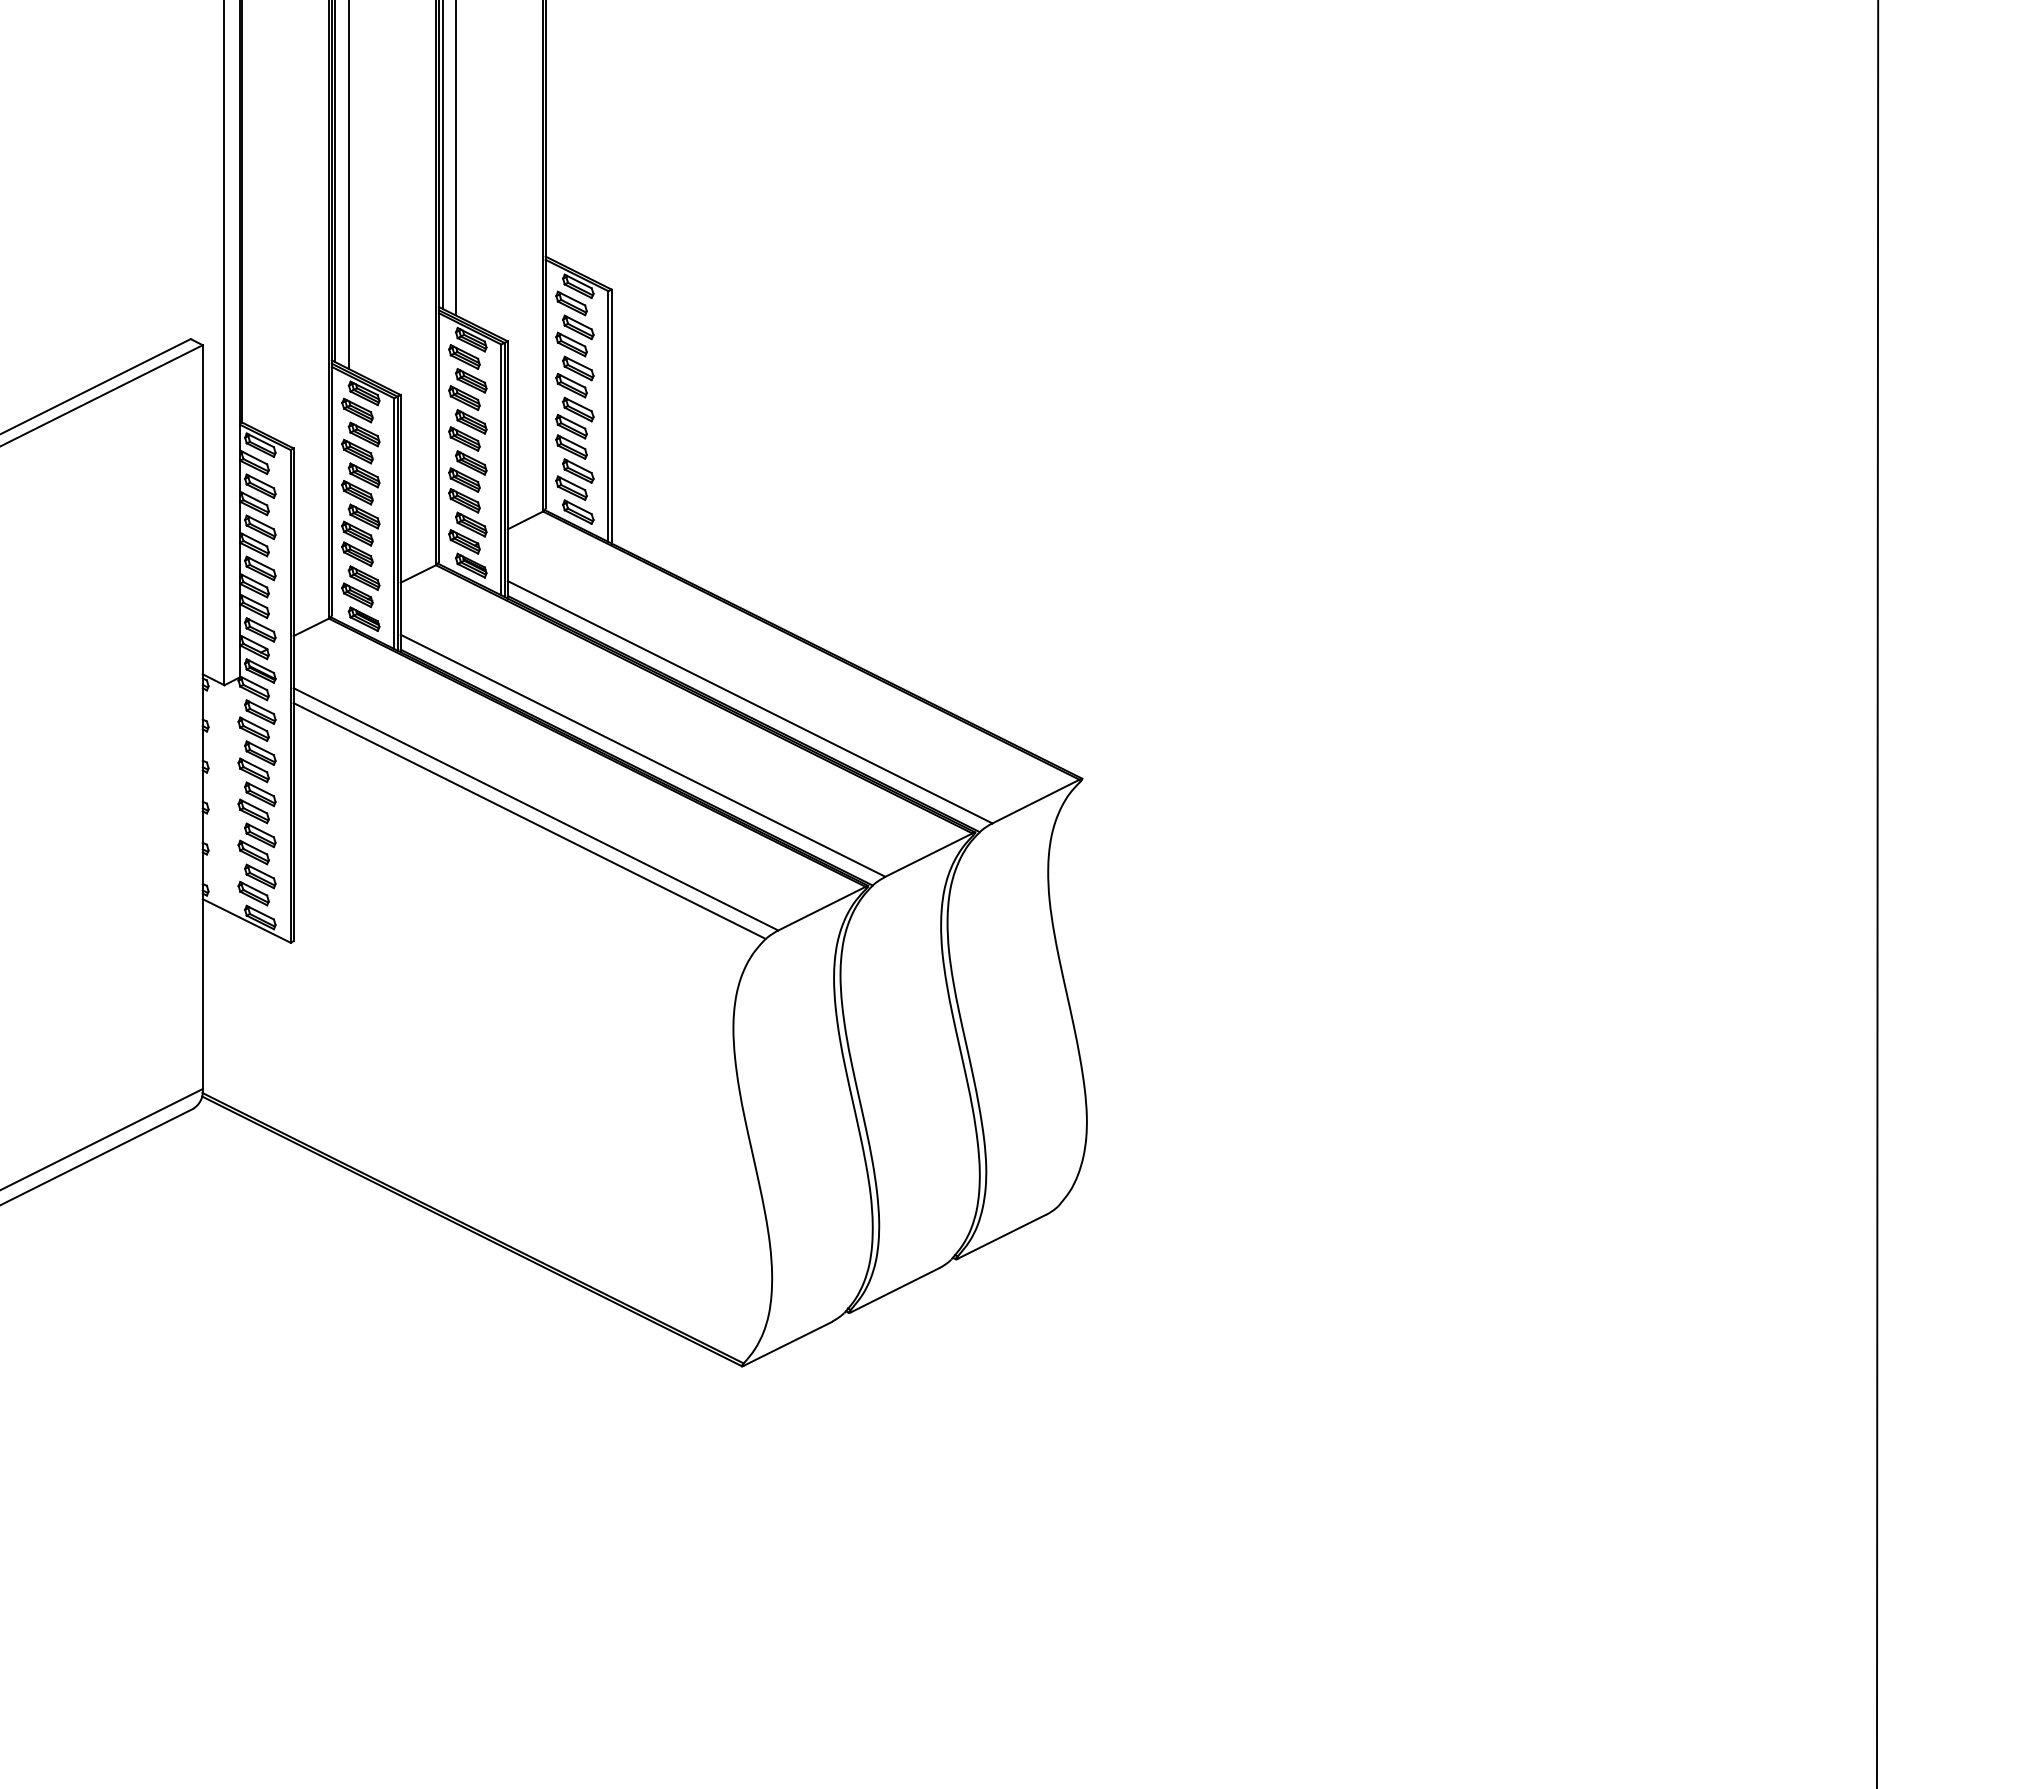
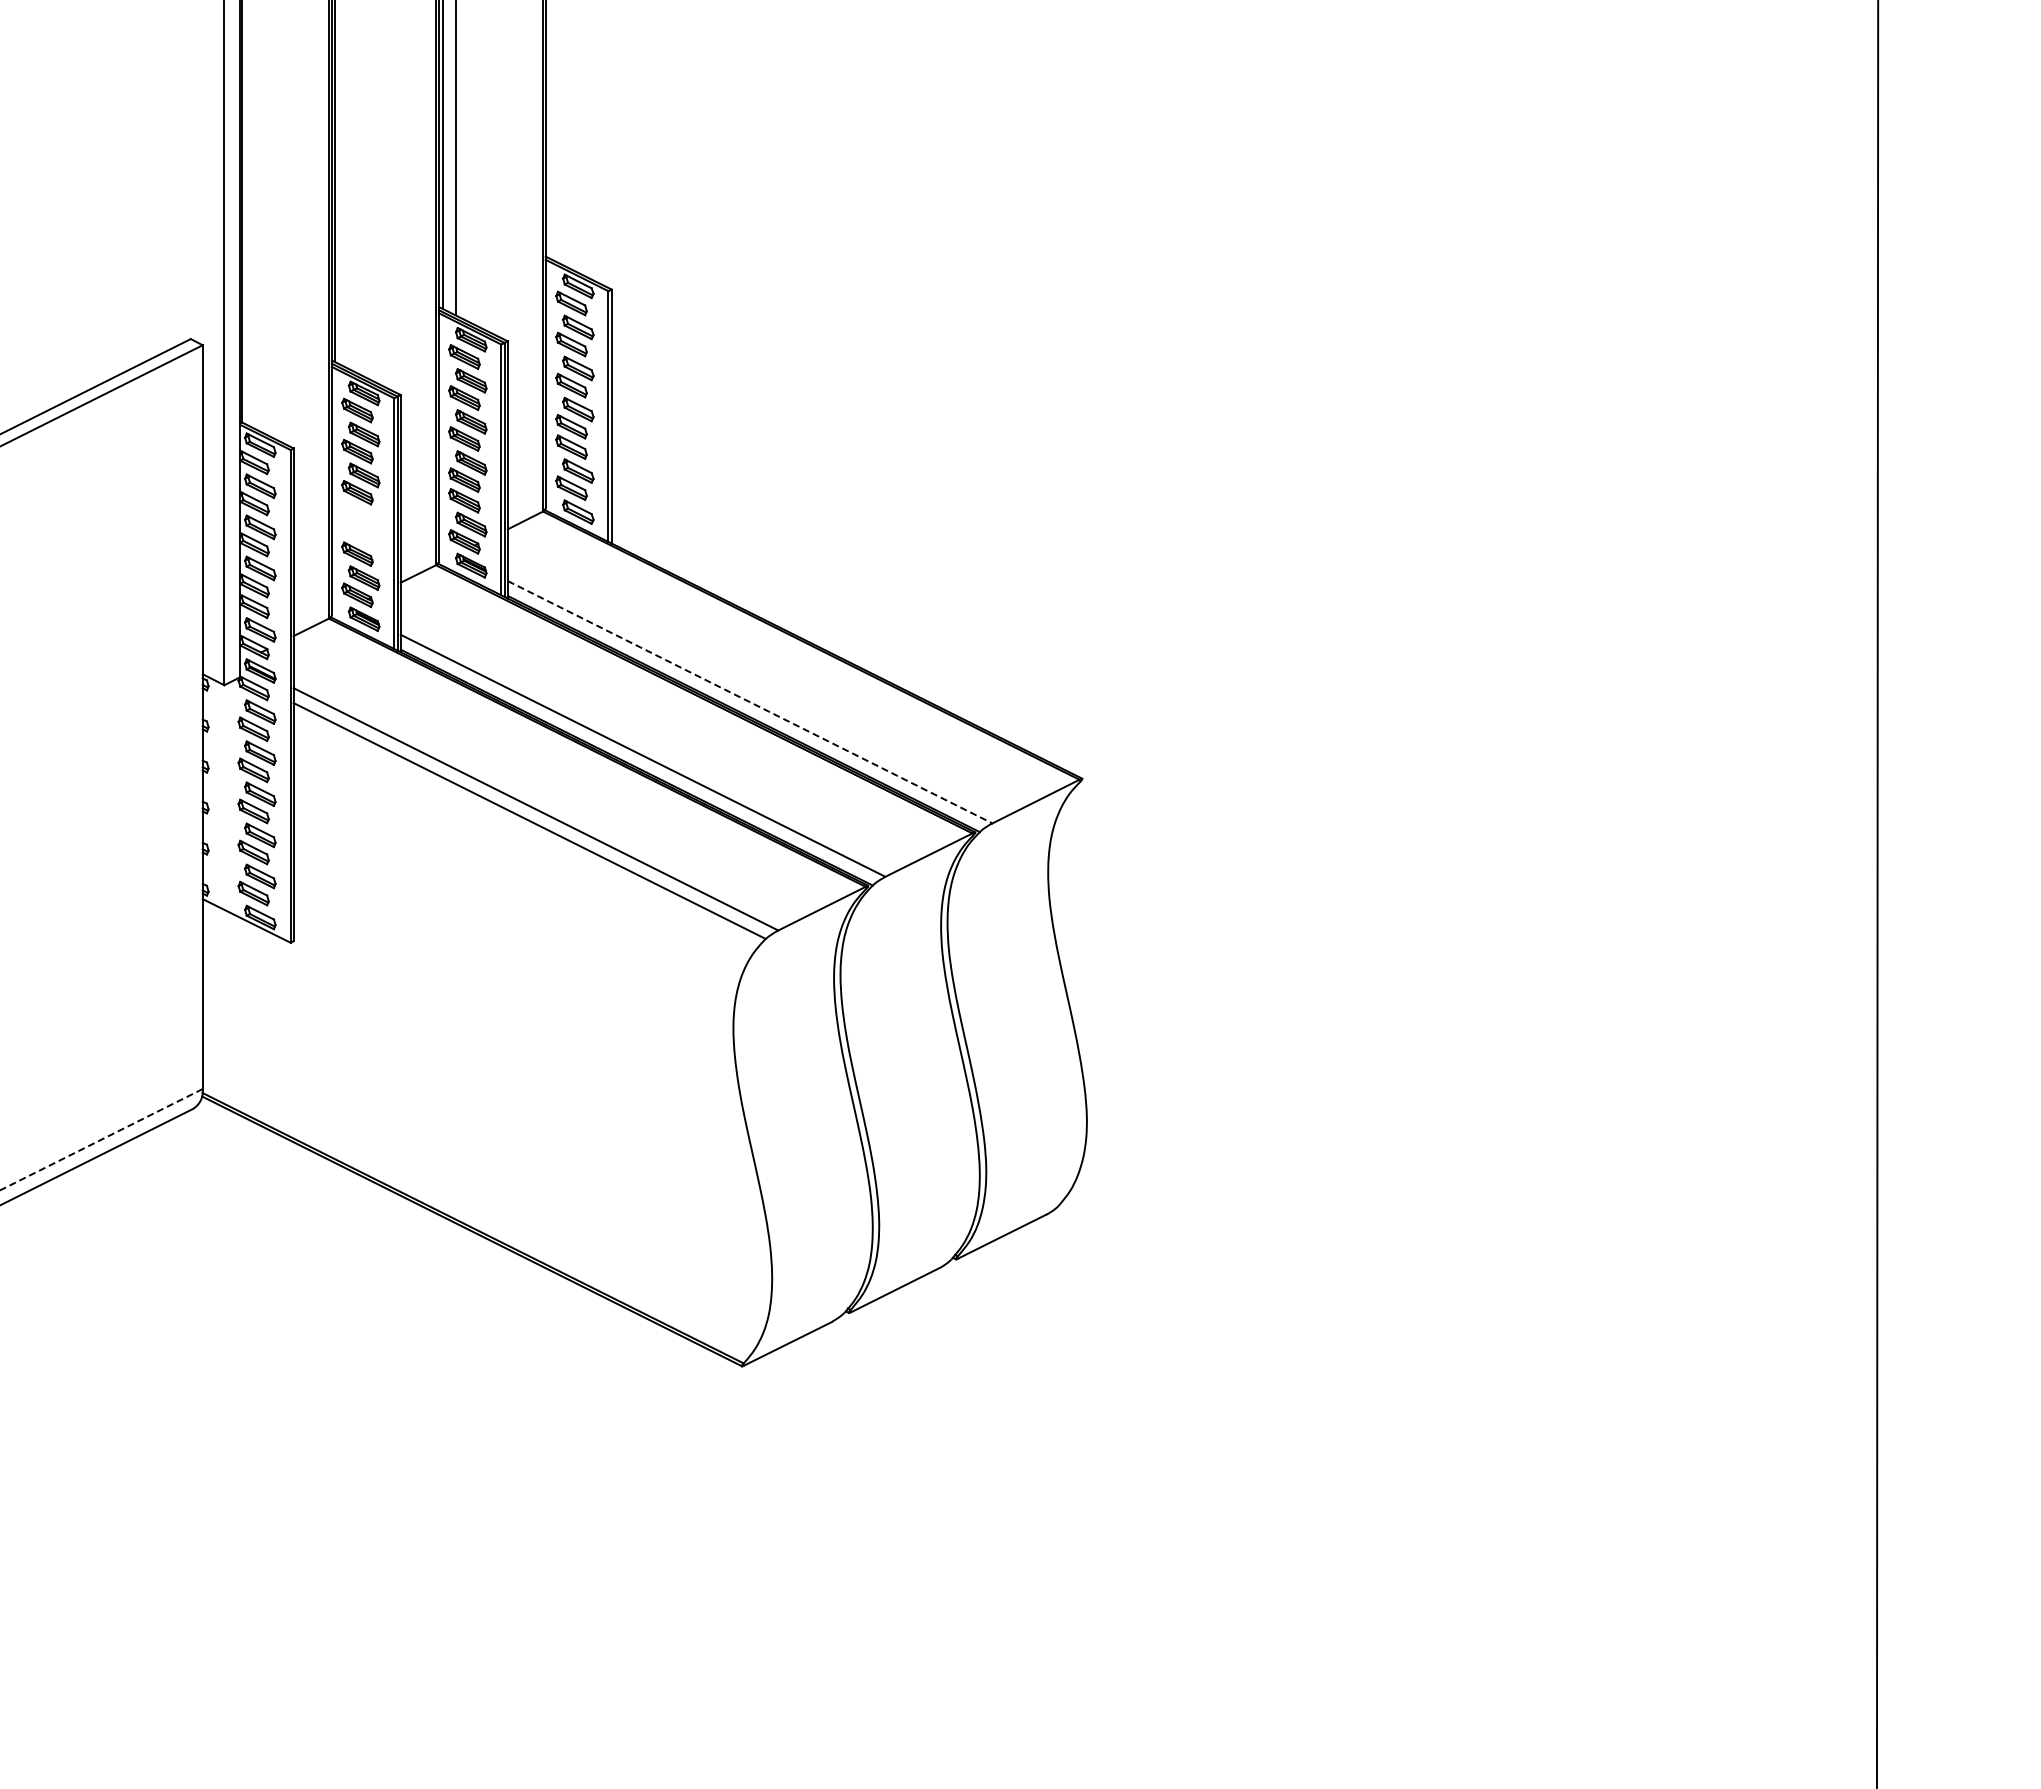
line at (348, 185): present -> none
part at (360, 524): present -> none
line at (750, 702): solid -> dashed
line at (100, 1139): solid -> dashed
